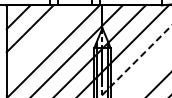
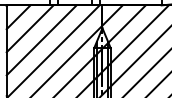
line at (41, 40): none -> present
line at (135, 61): dashed -> solid
line at (146, 72): none -> present
